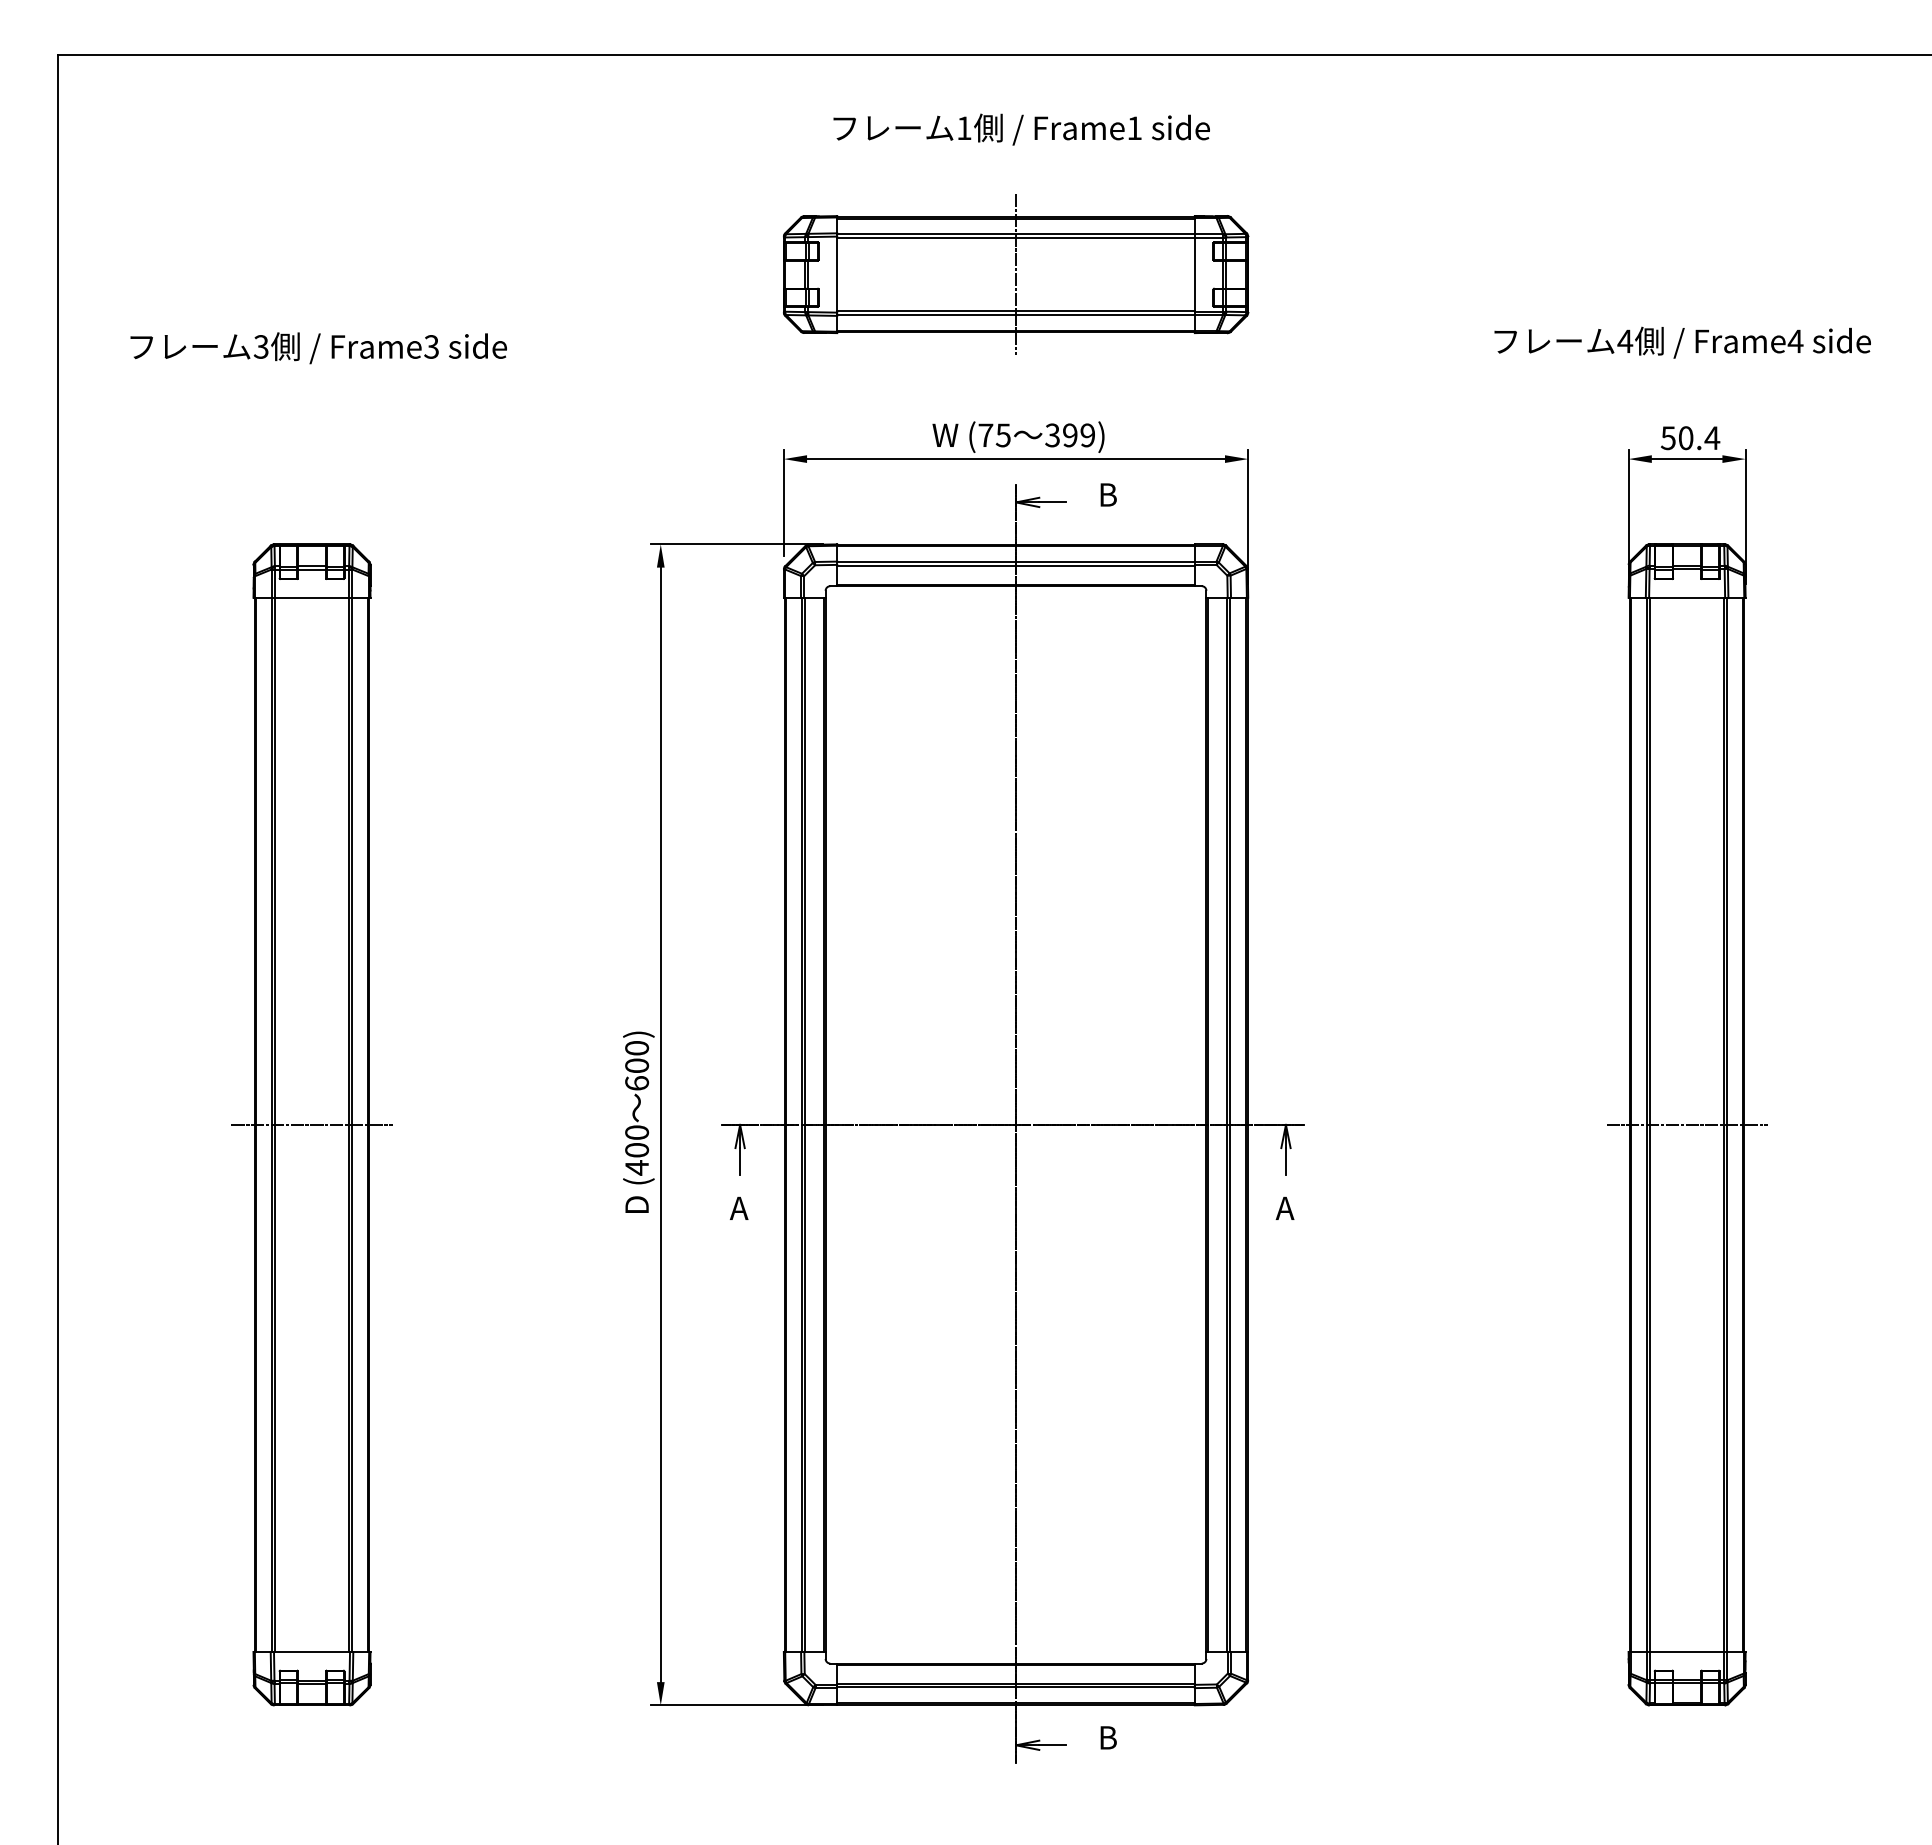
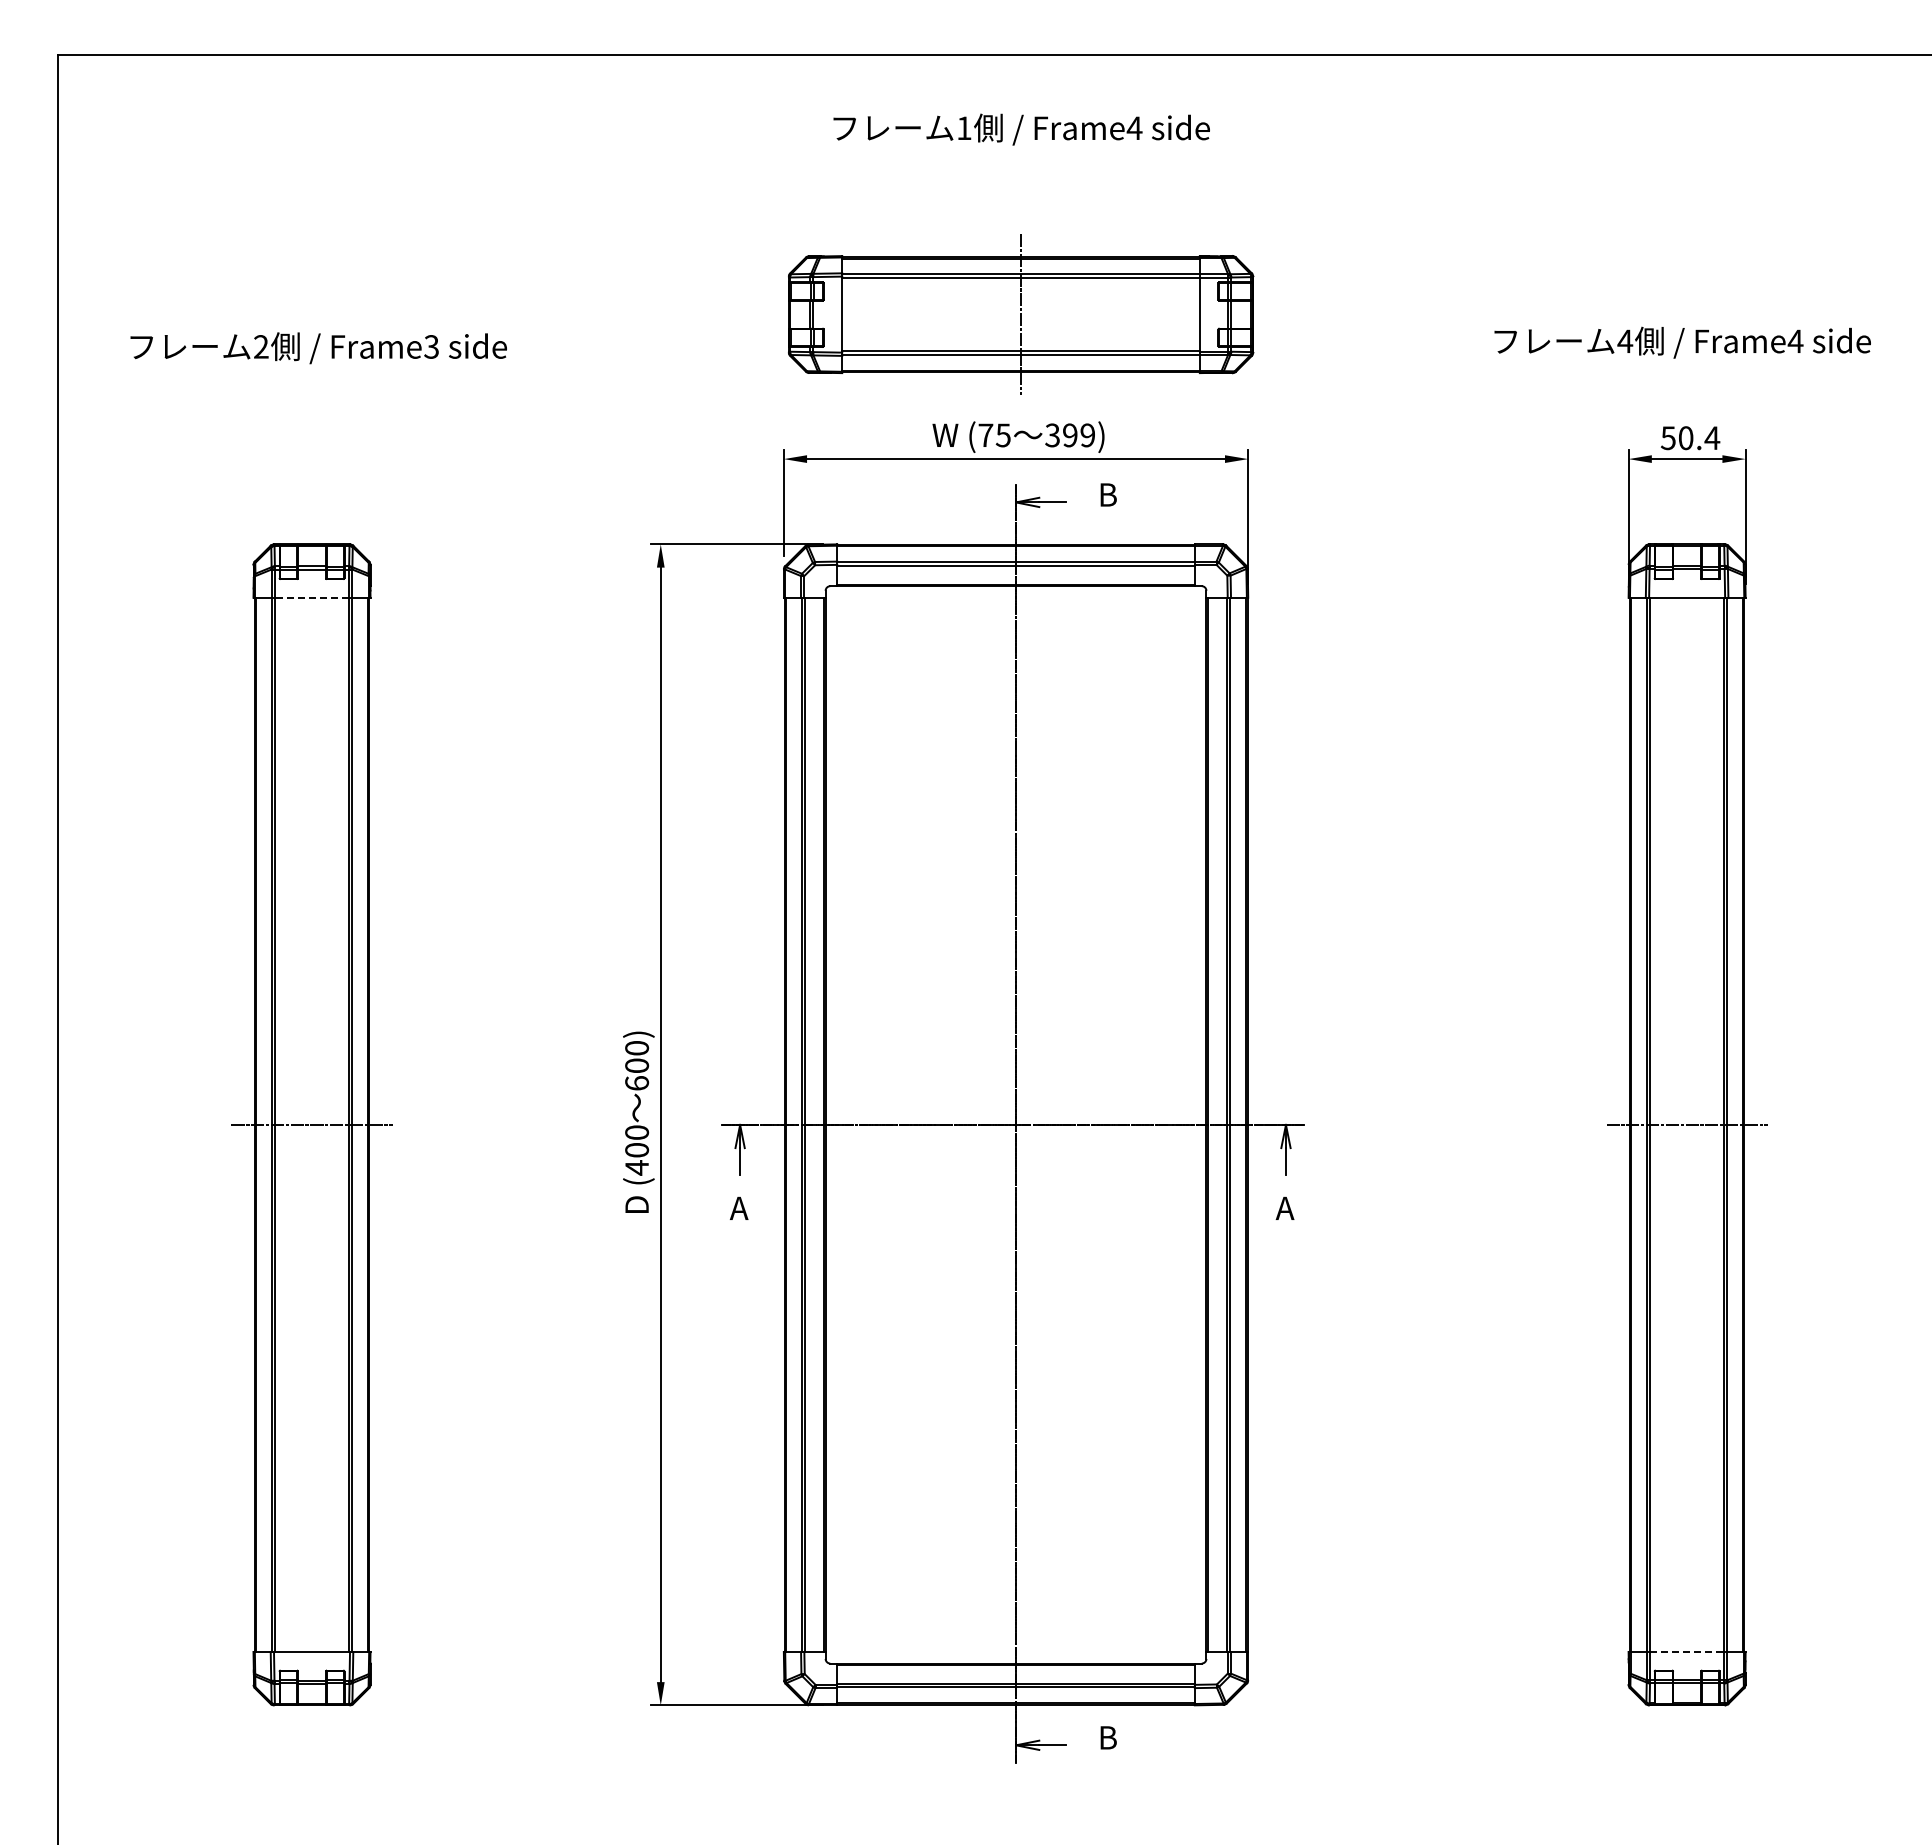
text at (1134, 127): Frame1 -> Frame4
part at (1016, 274) position: (1016, 274) -> (1021, 314)
text at (260, 346): 3 -> 2
line at (311, 597): solid -> dashed
line at (1687, 1651): solid -> dashed
